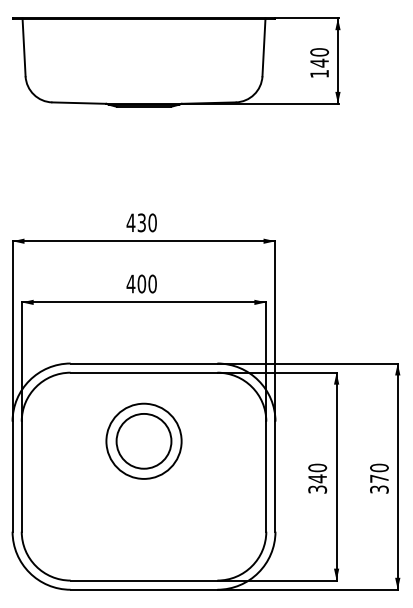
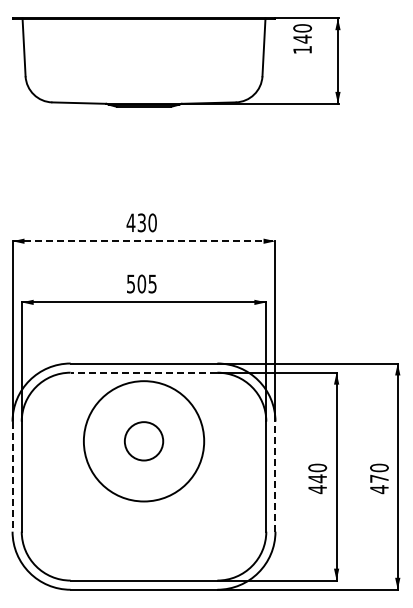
text at (319, 62) position: (319, 62) -> (302, 38)
line at (144, 241): solid -> dashed
text at (141, 283): 400 -> 505
line at (143, 372): solid -> dashed
circle at (143, 440) diameter: 55 px -> 38 px
circle at (143, 440) diameter: 75 px -> 120 px
line at (275, 476): solid -> dashed
line at (12, 477): solid -> dashed
text at (317, 489): 340 -> 440
text at (379, 489): 370 -> 470
